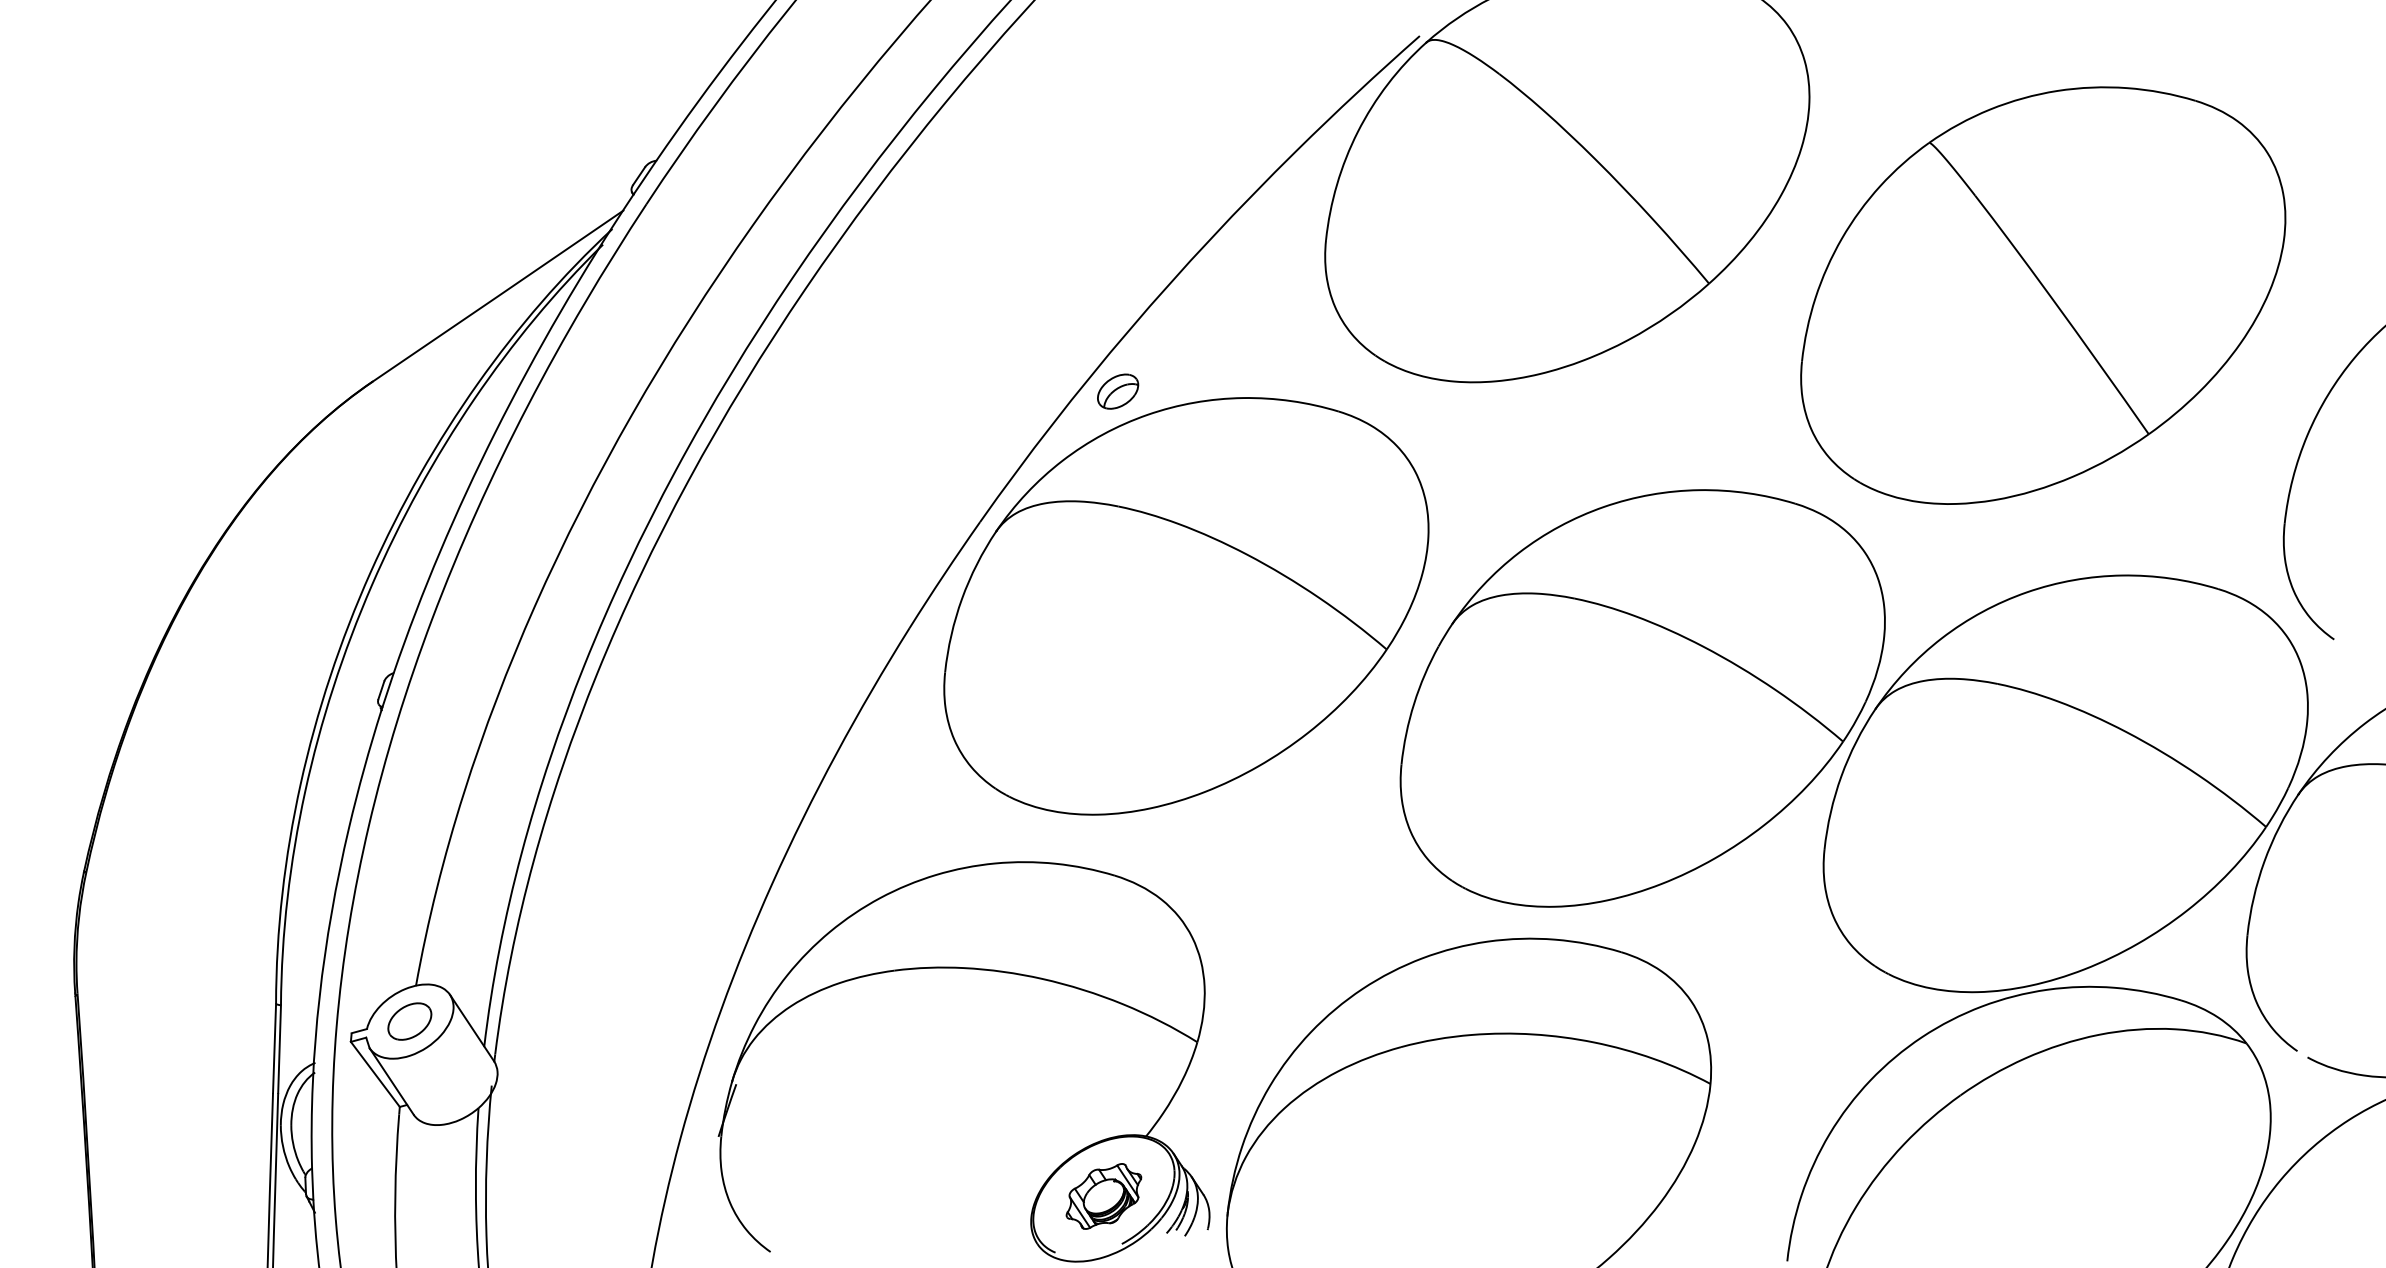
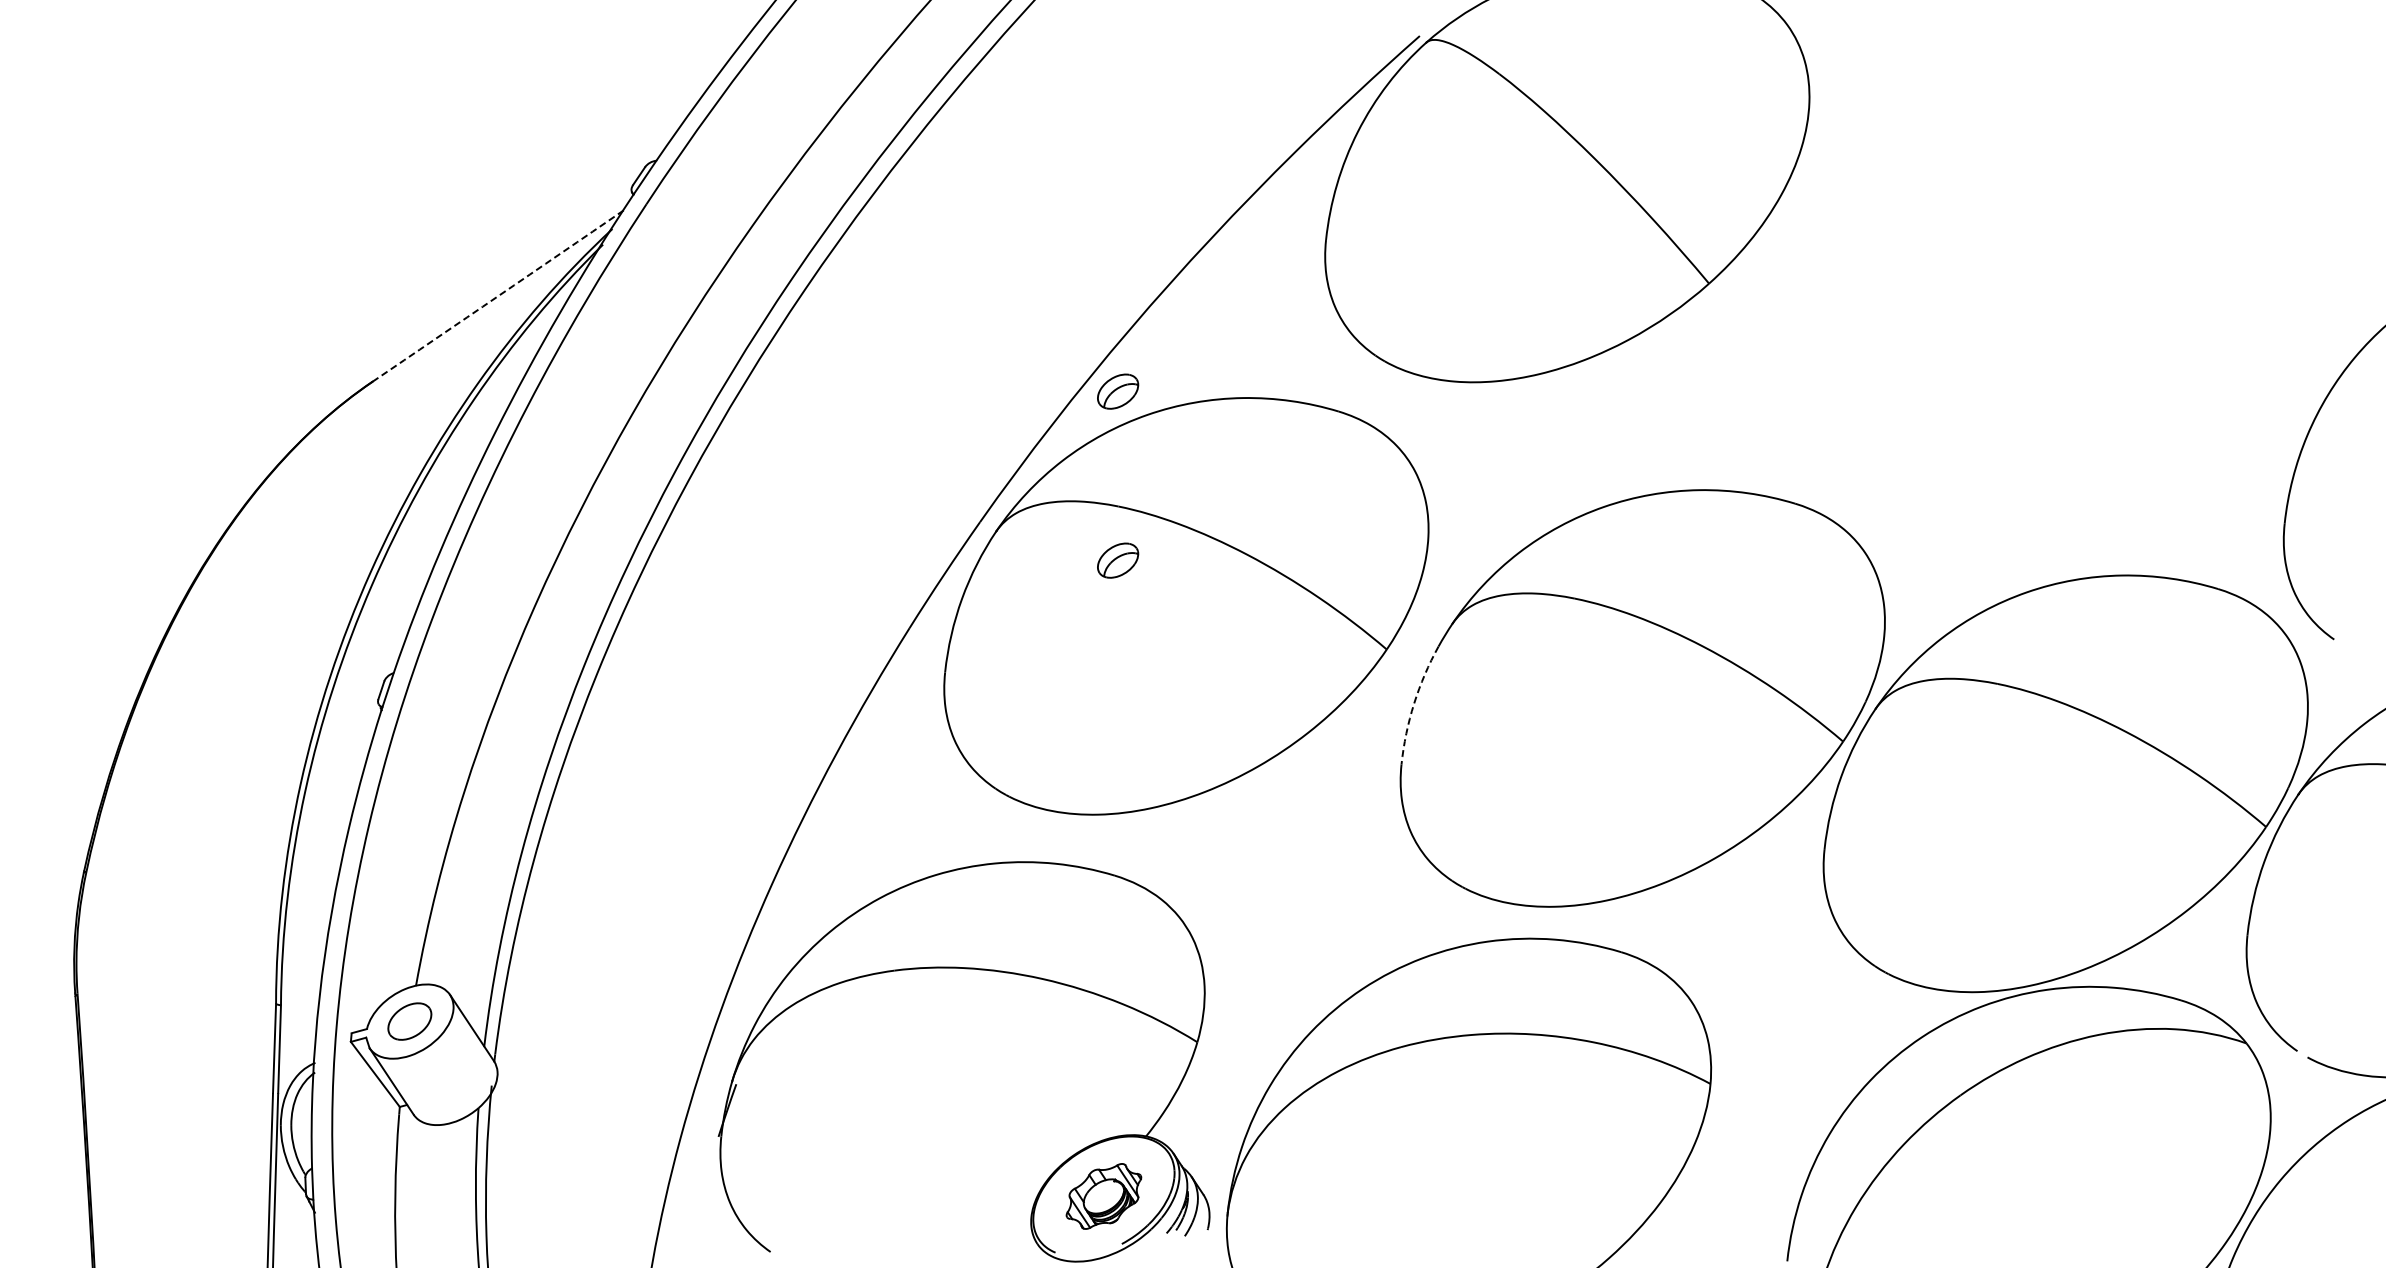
part at (2043, 295): present -> none
arc at (498, 296): solid -> dashed
part at (1118, 560): none -> present
arc at (1414, 703): solid -> dashed
